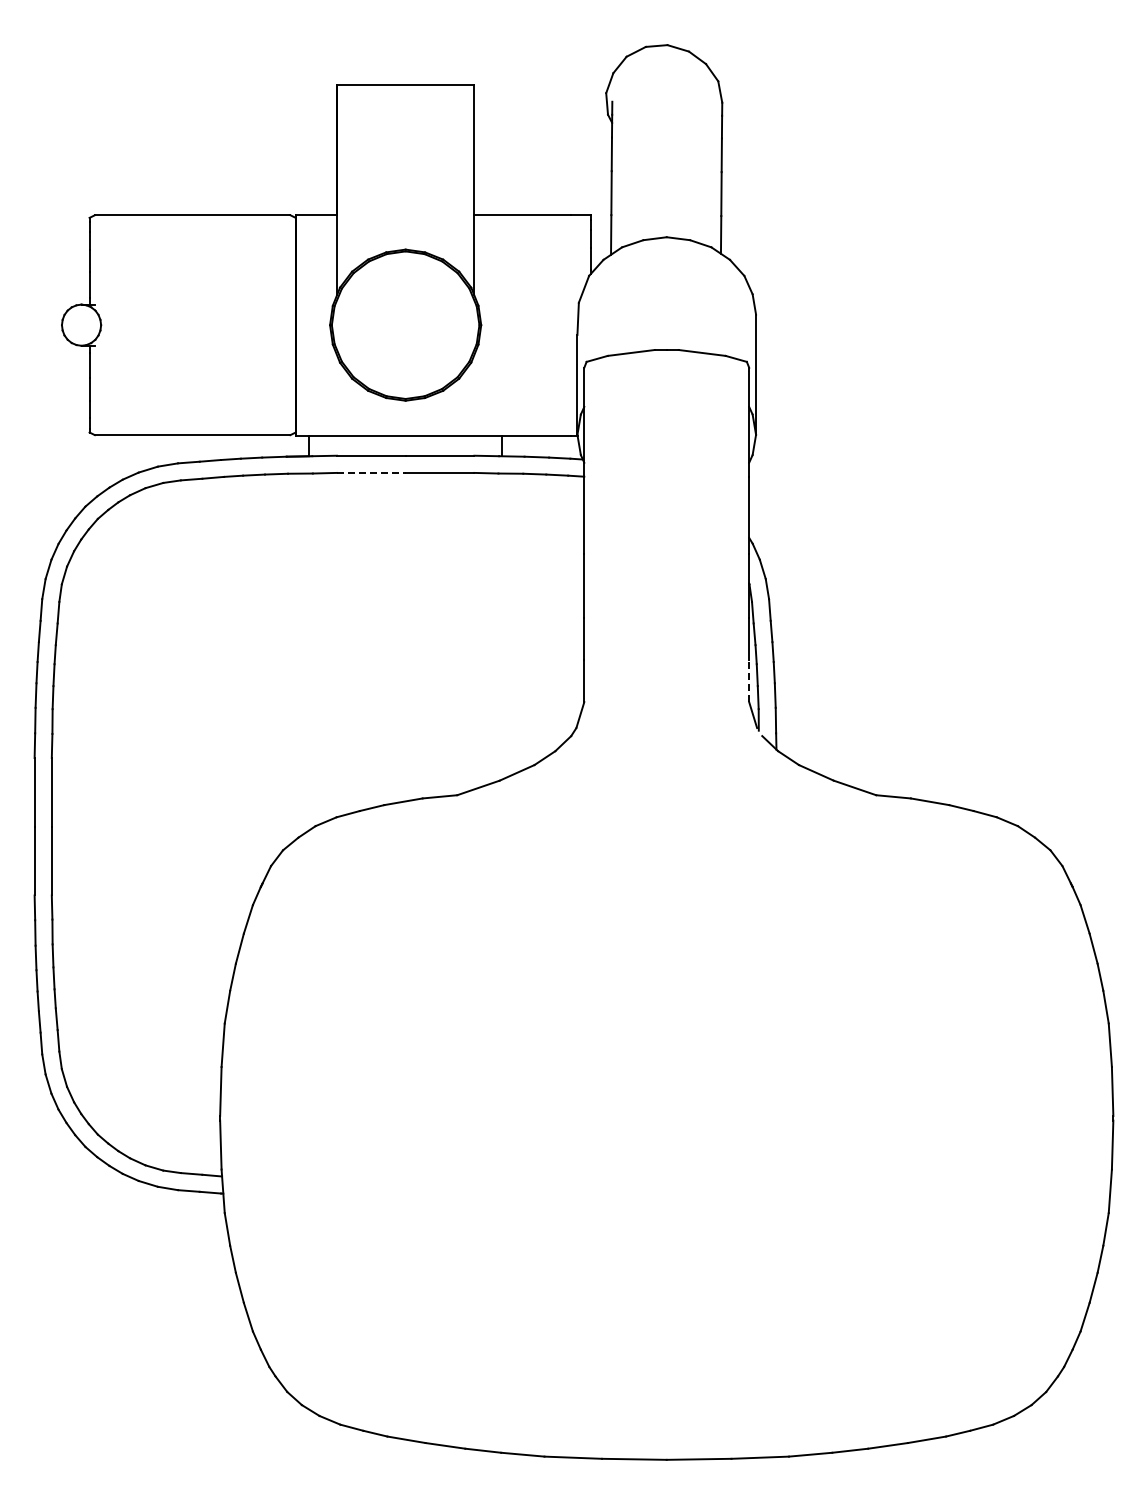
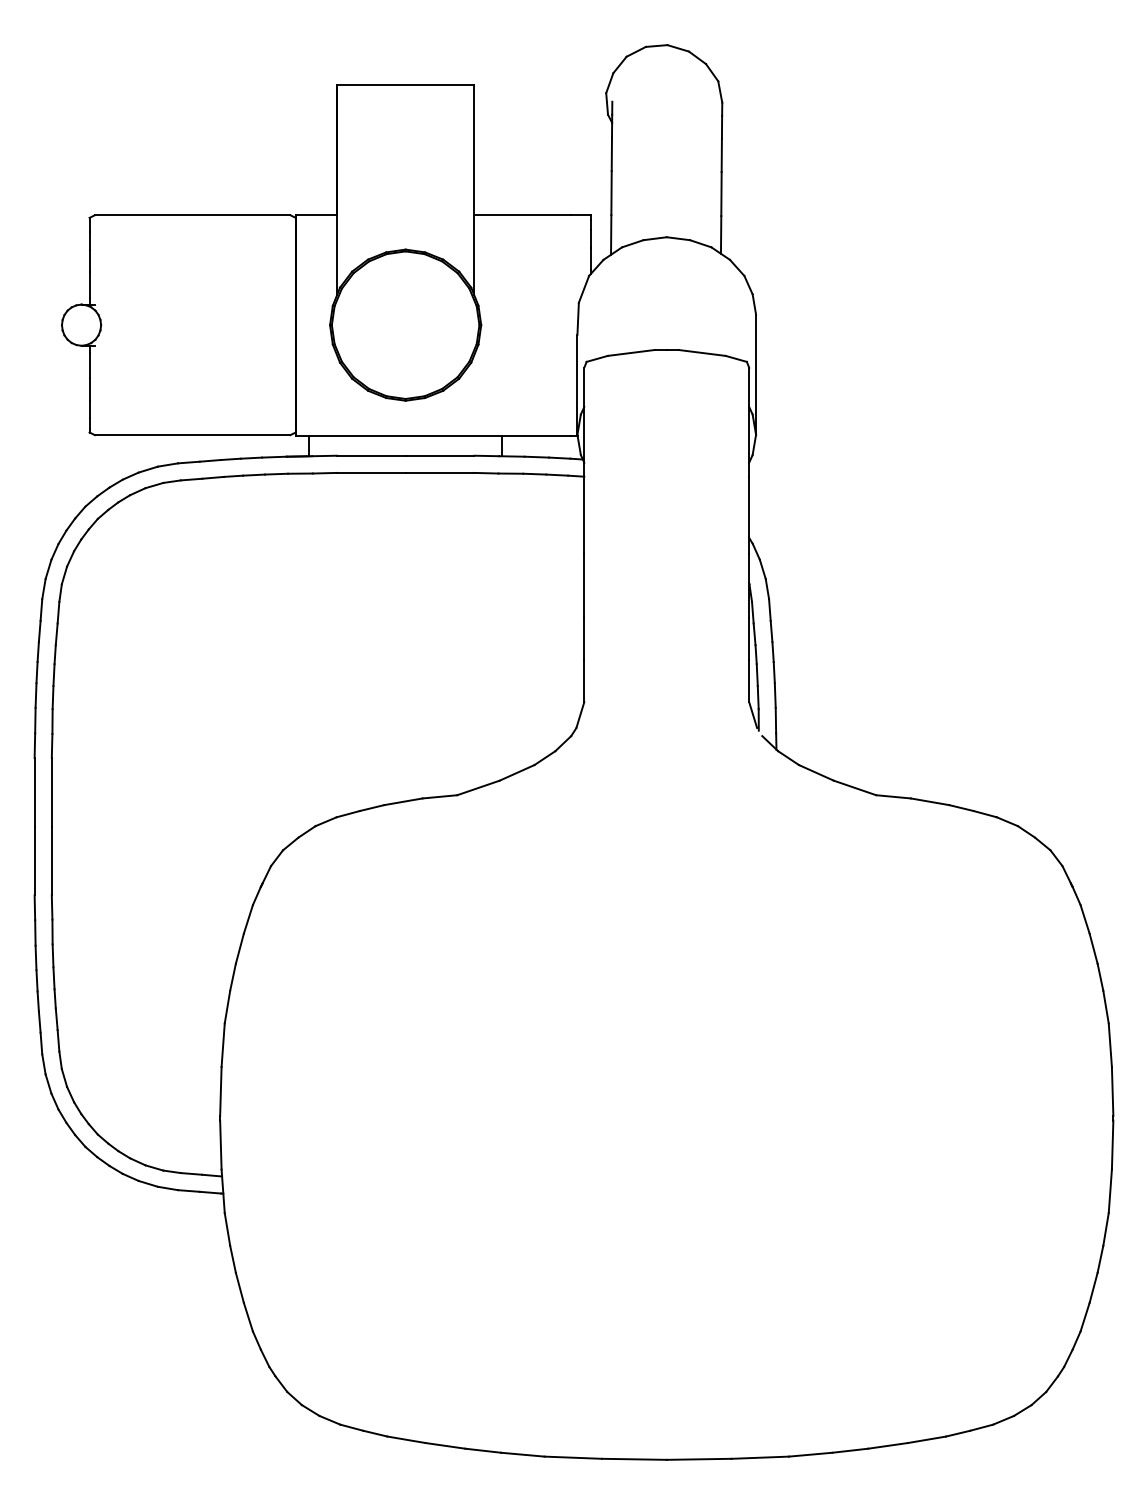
line at (371, 472): dashed -> solid
line at (749, 680): dashed -> solid
